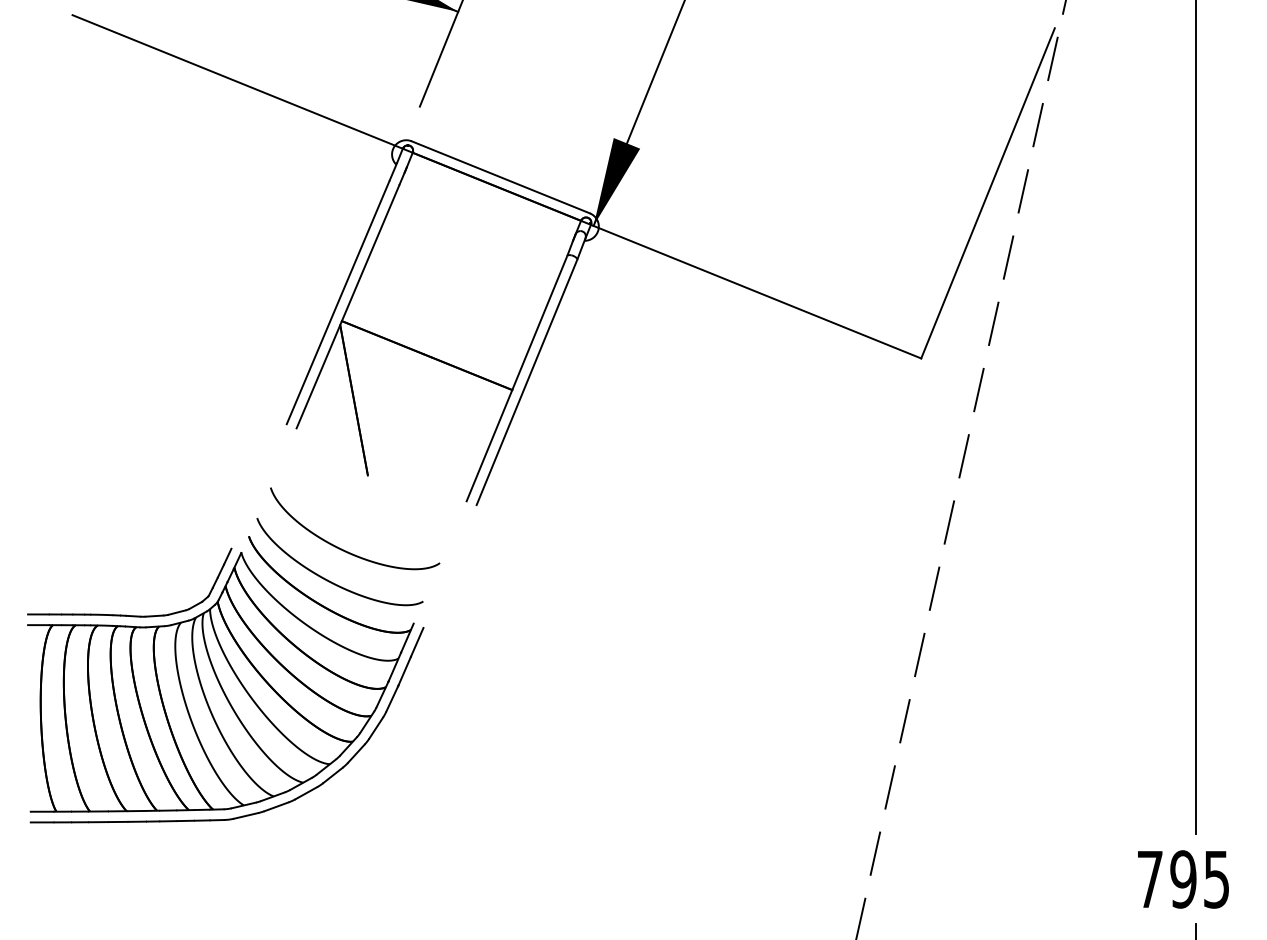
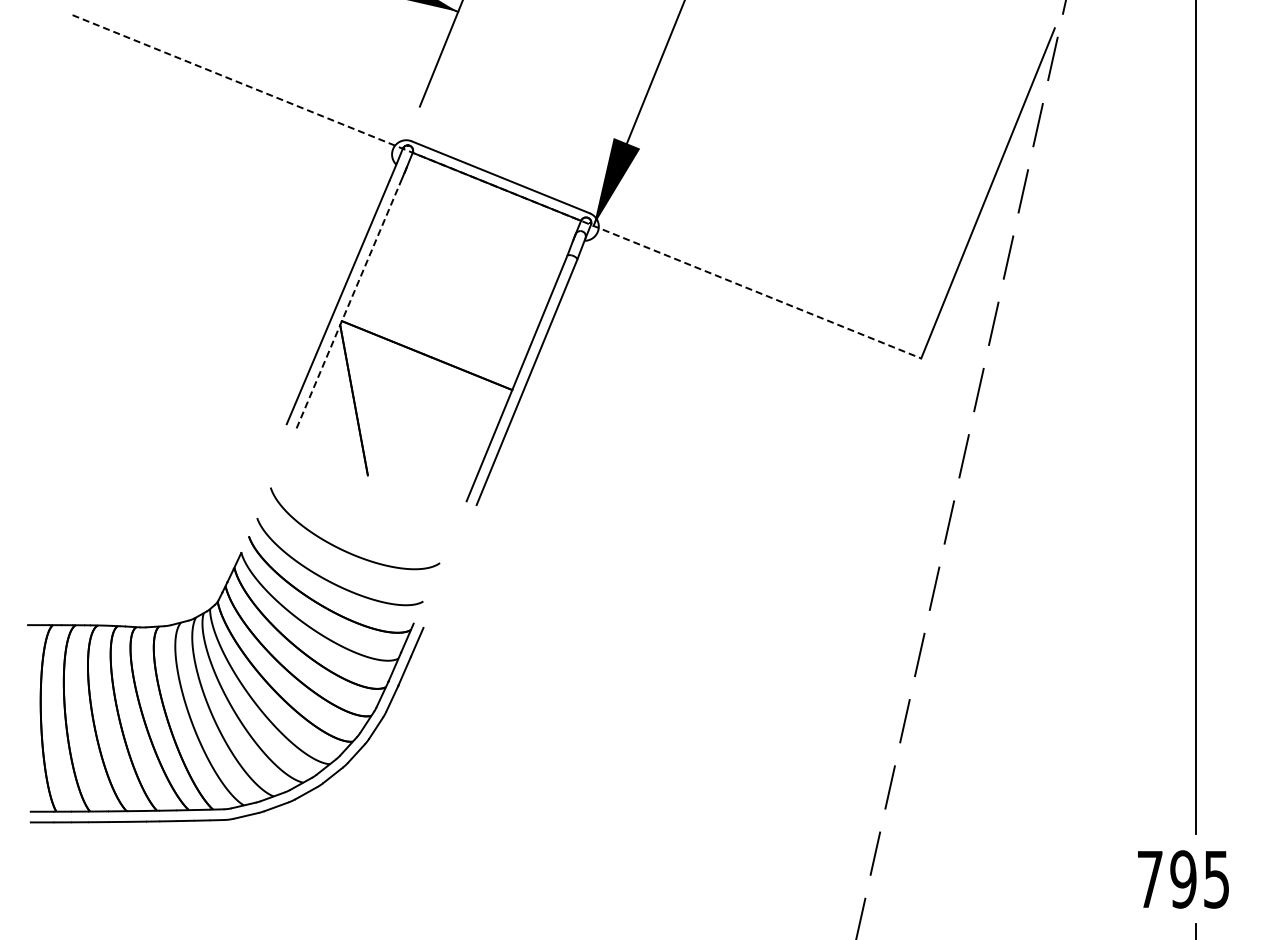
line at (496, 186): solid -> dashed
line at (347, 306): solid -> dashed
part at (126, 614): present -> none
